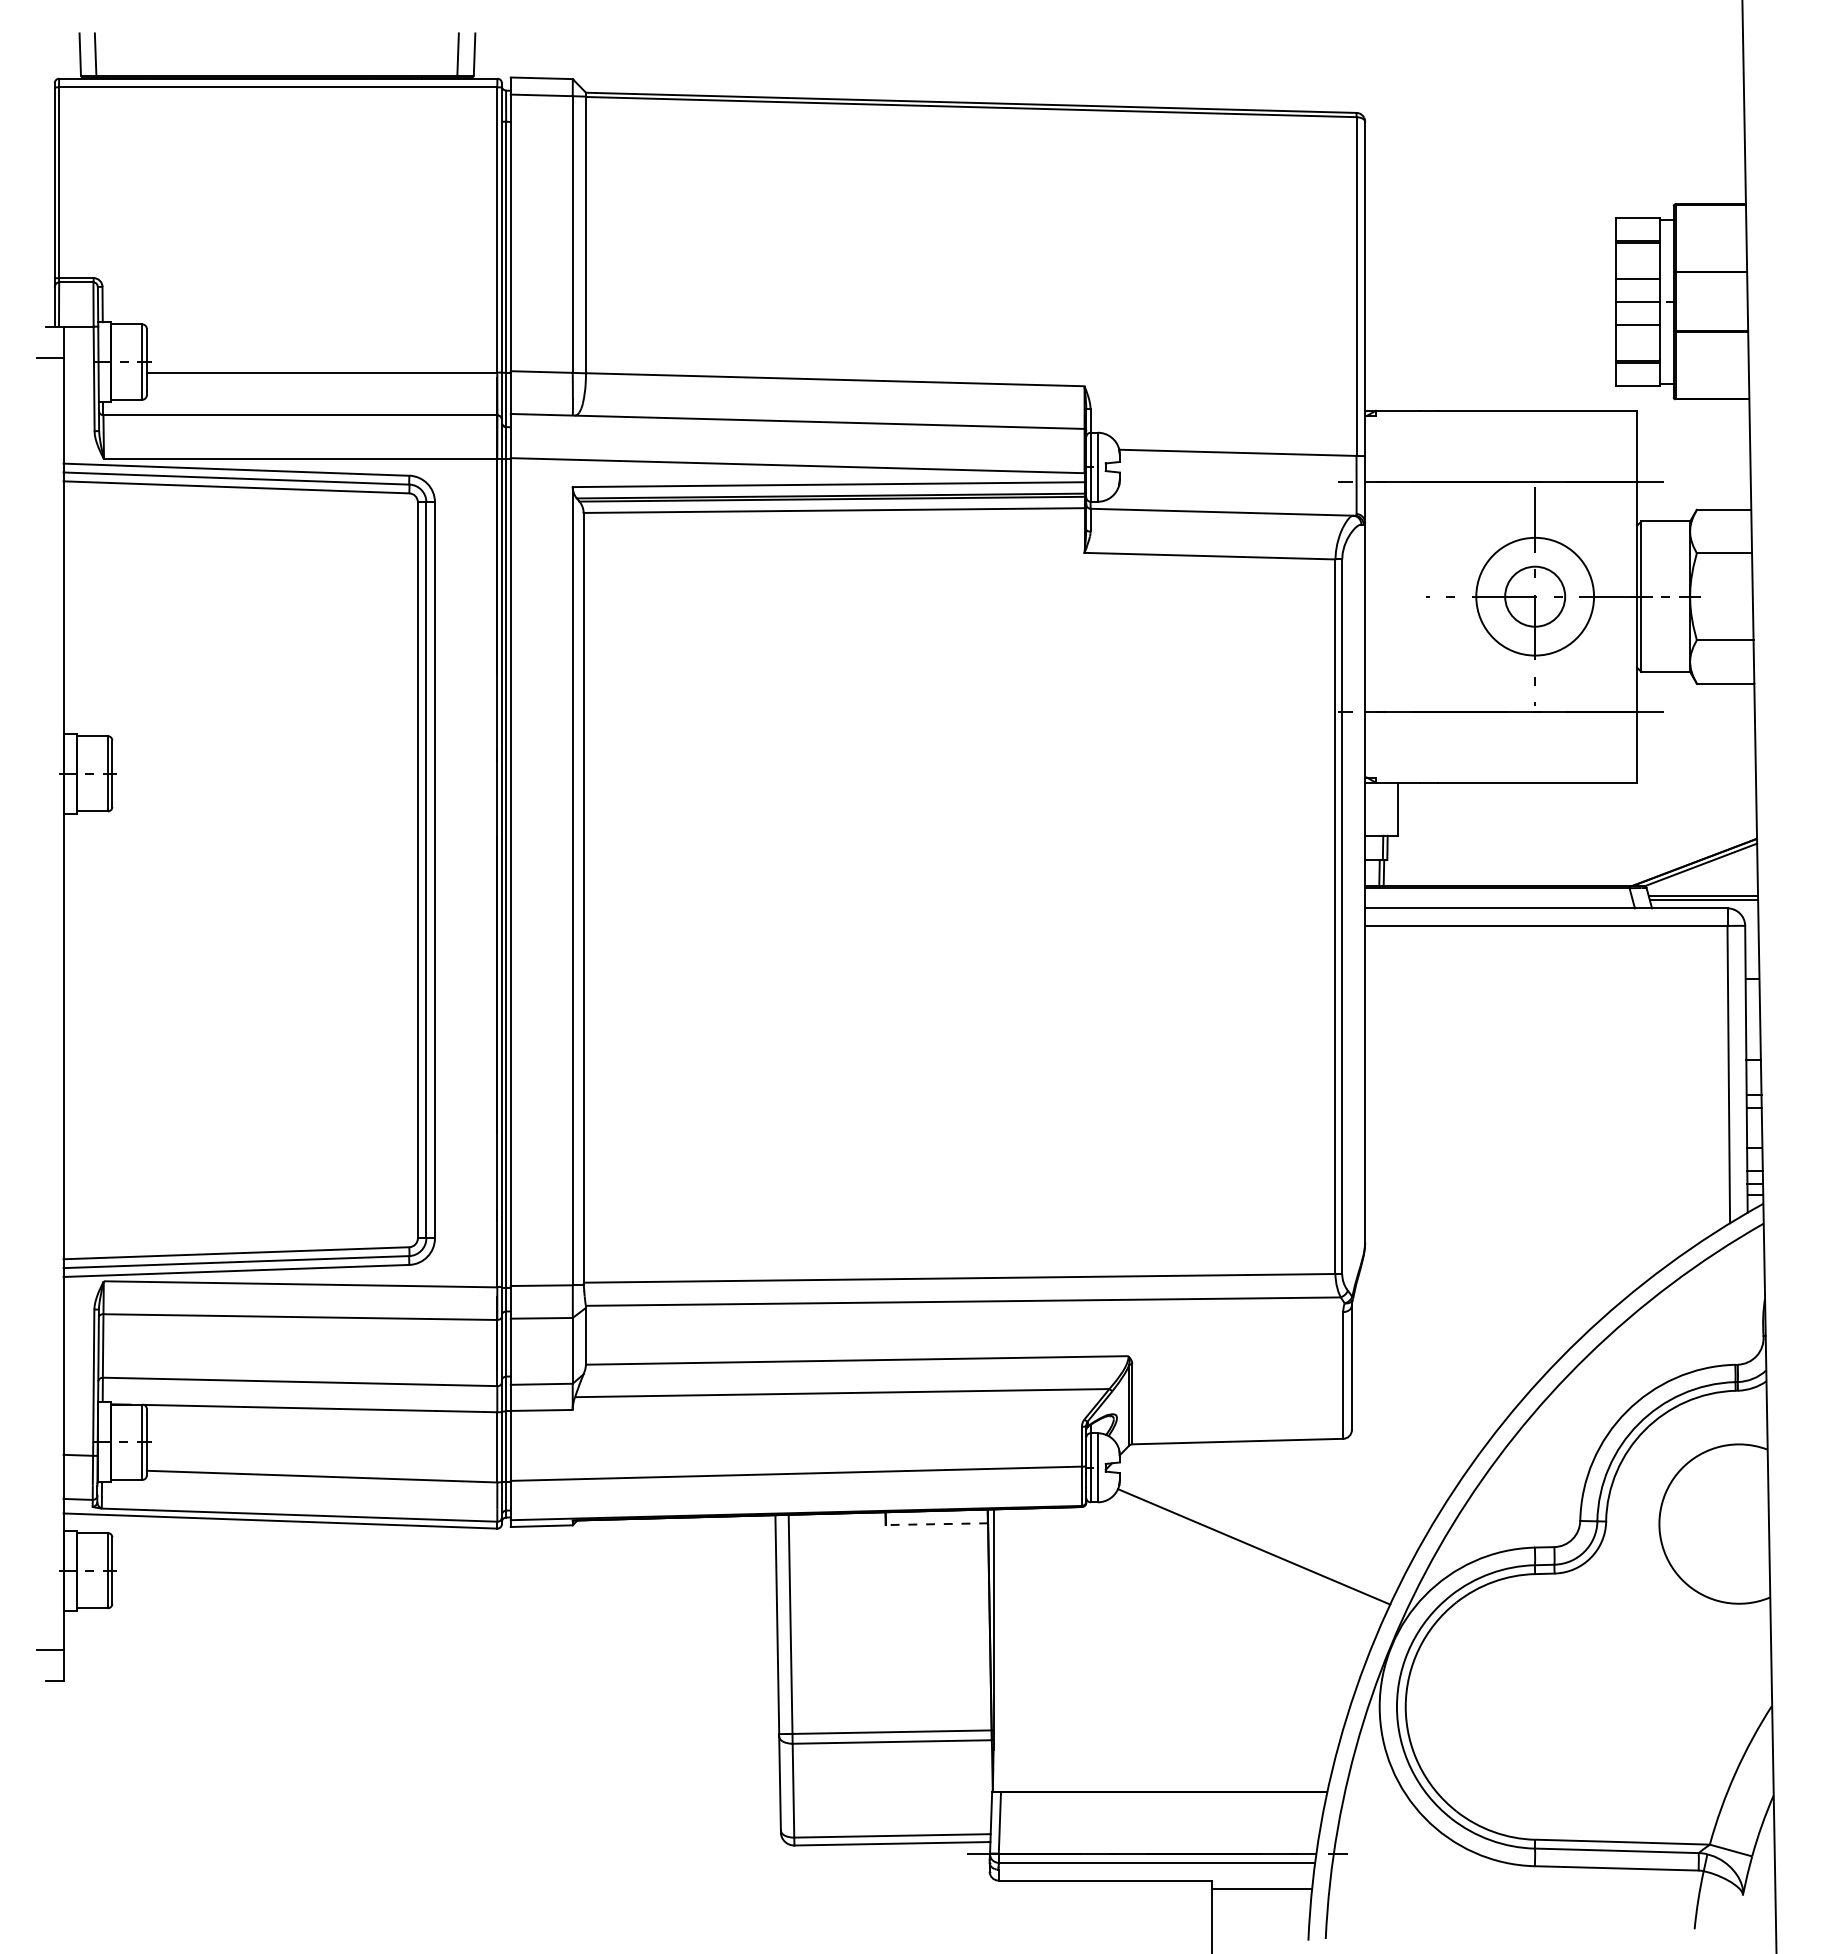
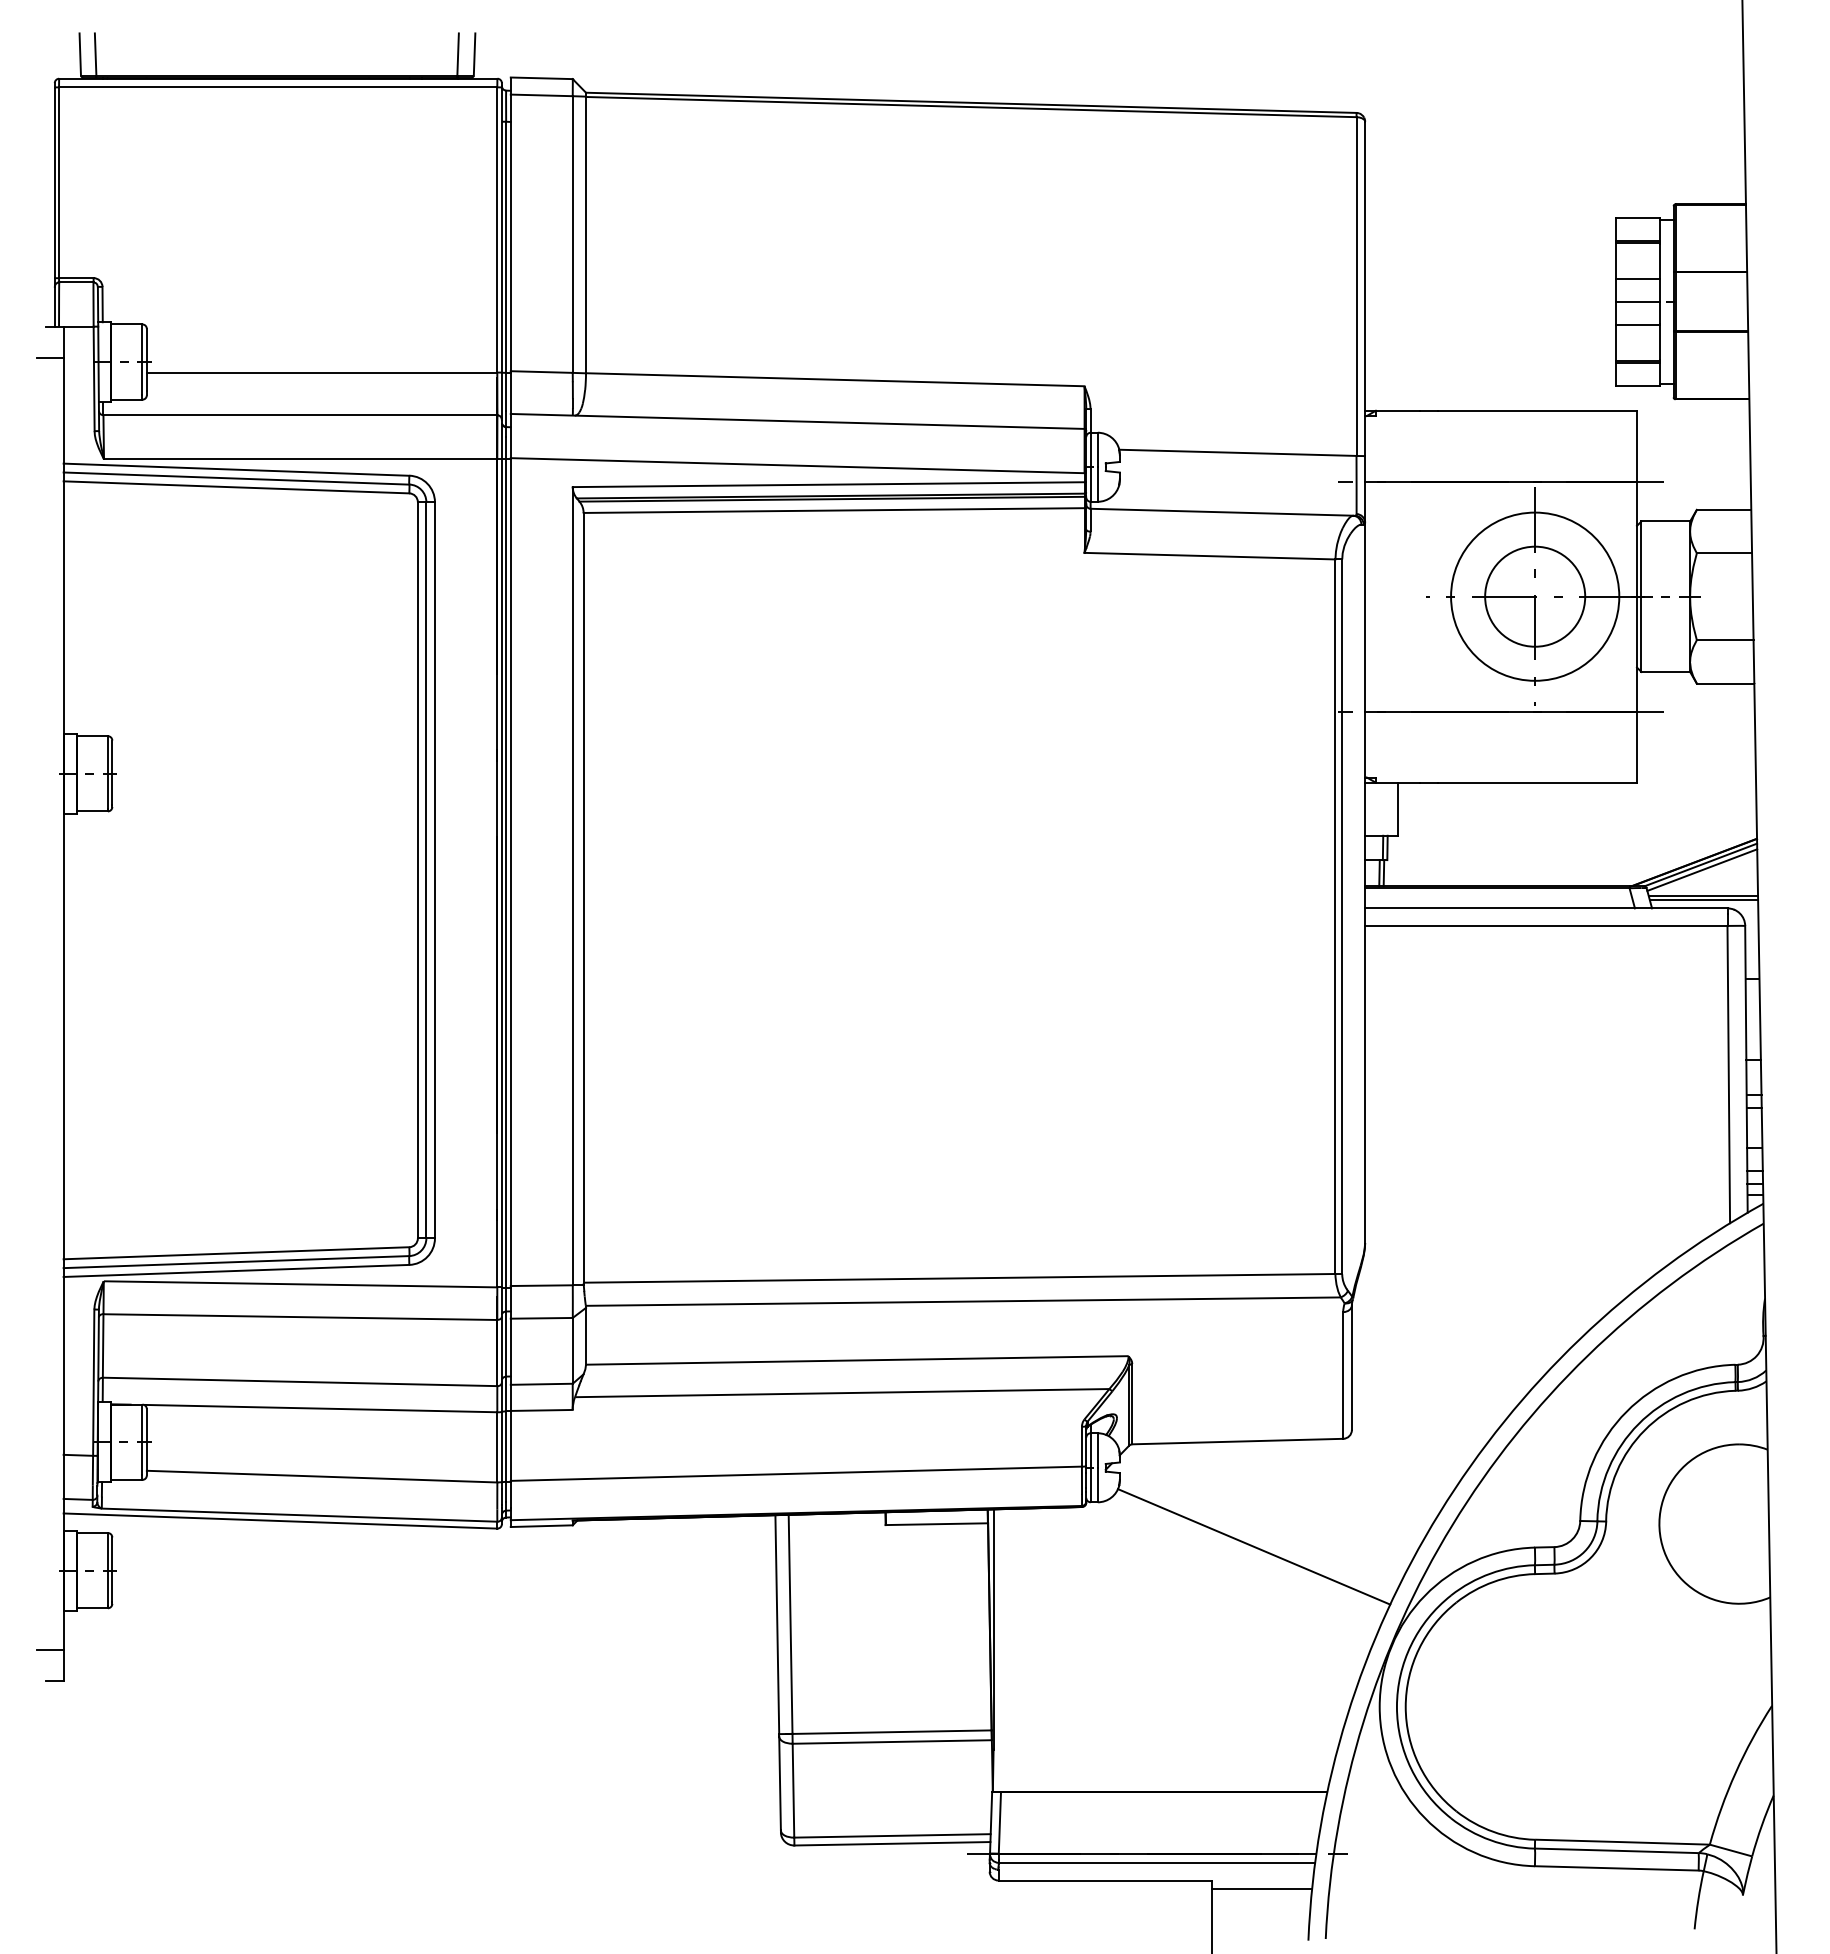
circle at (1535, 596) diameter: 118 px -> 168 px
circle at (1535, 596) diameter: 60 px -> 100 px
line at (1702, 869): none -> present
line at (936, 1524): dashed -> solid
